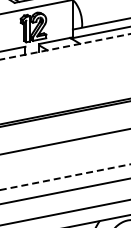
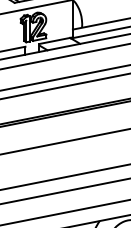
line at (65, 46): dashed -> solid
line at (64, 56): none -> present
line at (64, 77): none -> present
line at (64, 86): none -> present
line at (64, 177): dashed -> solid
